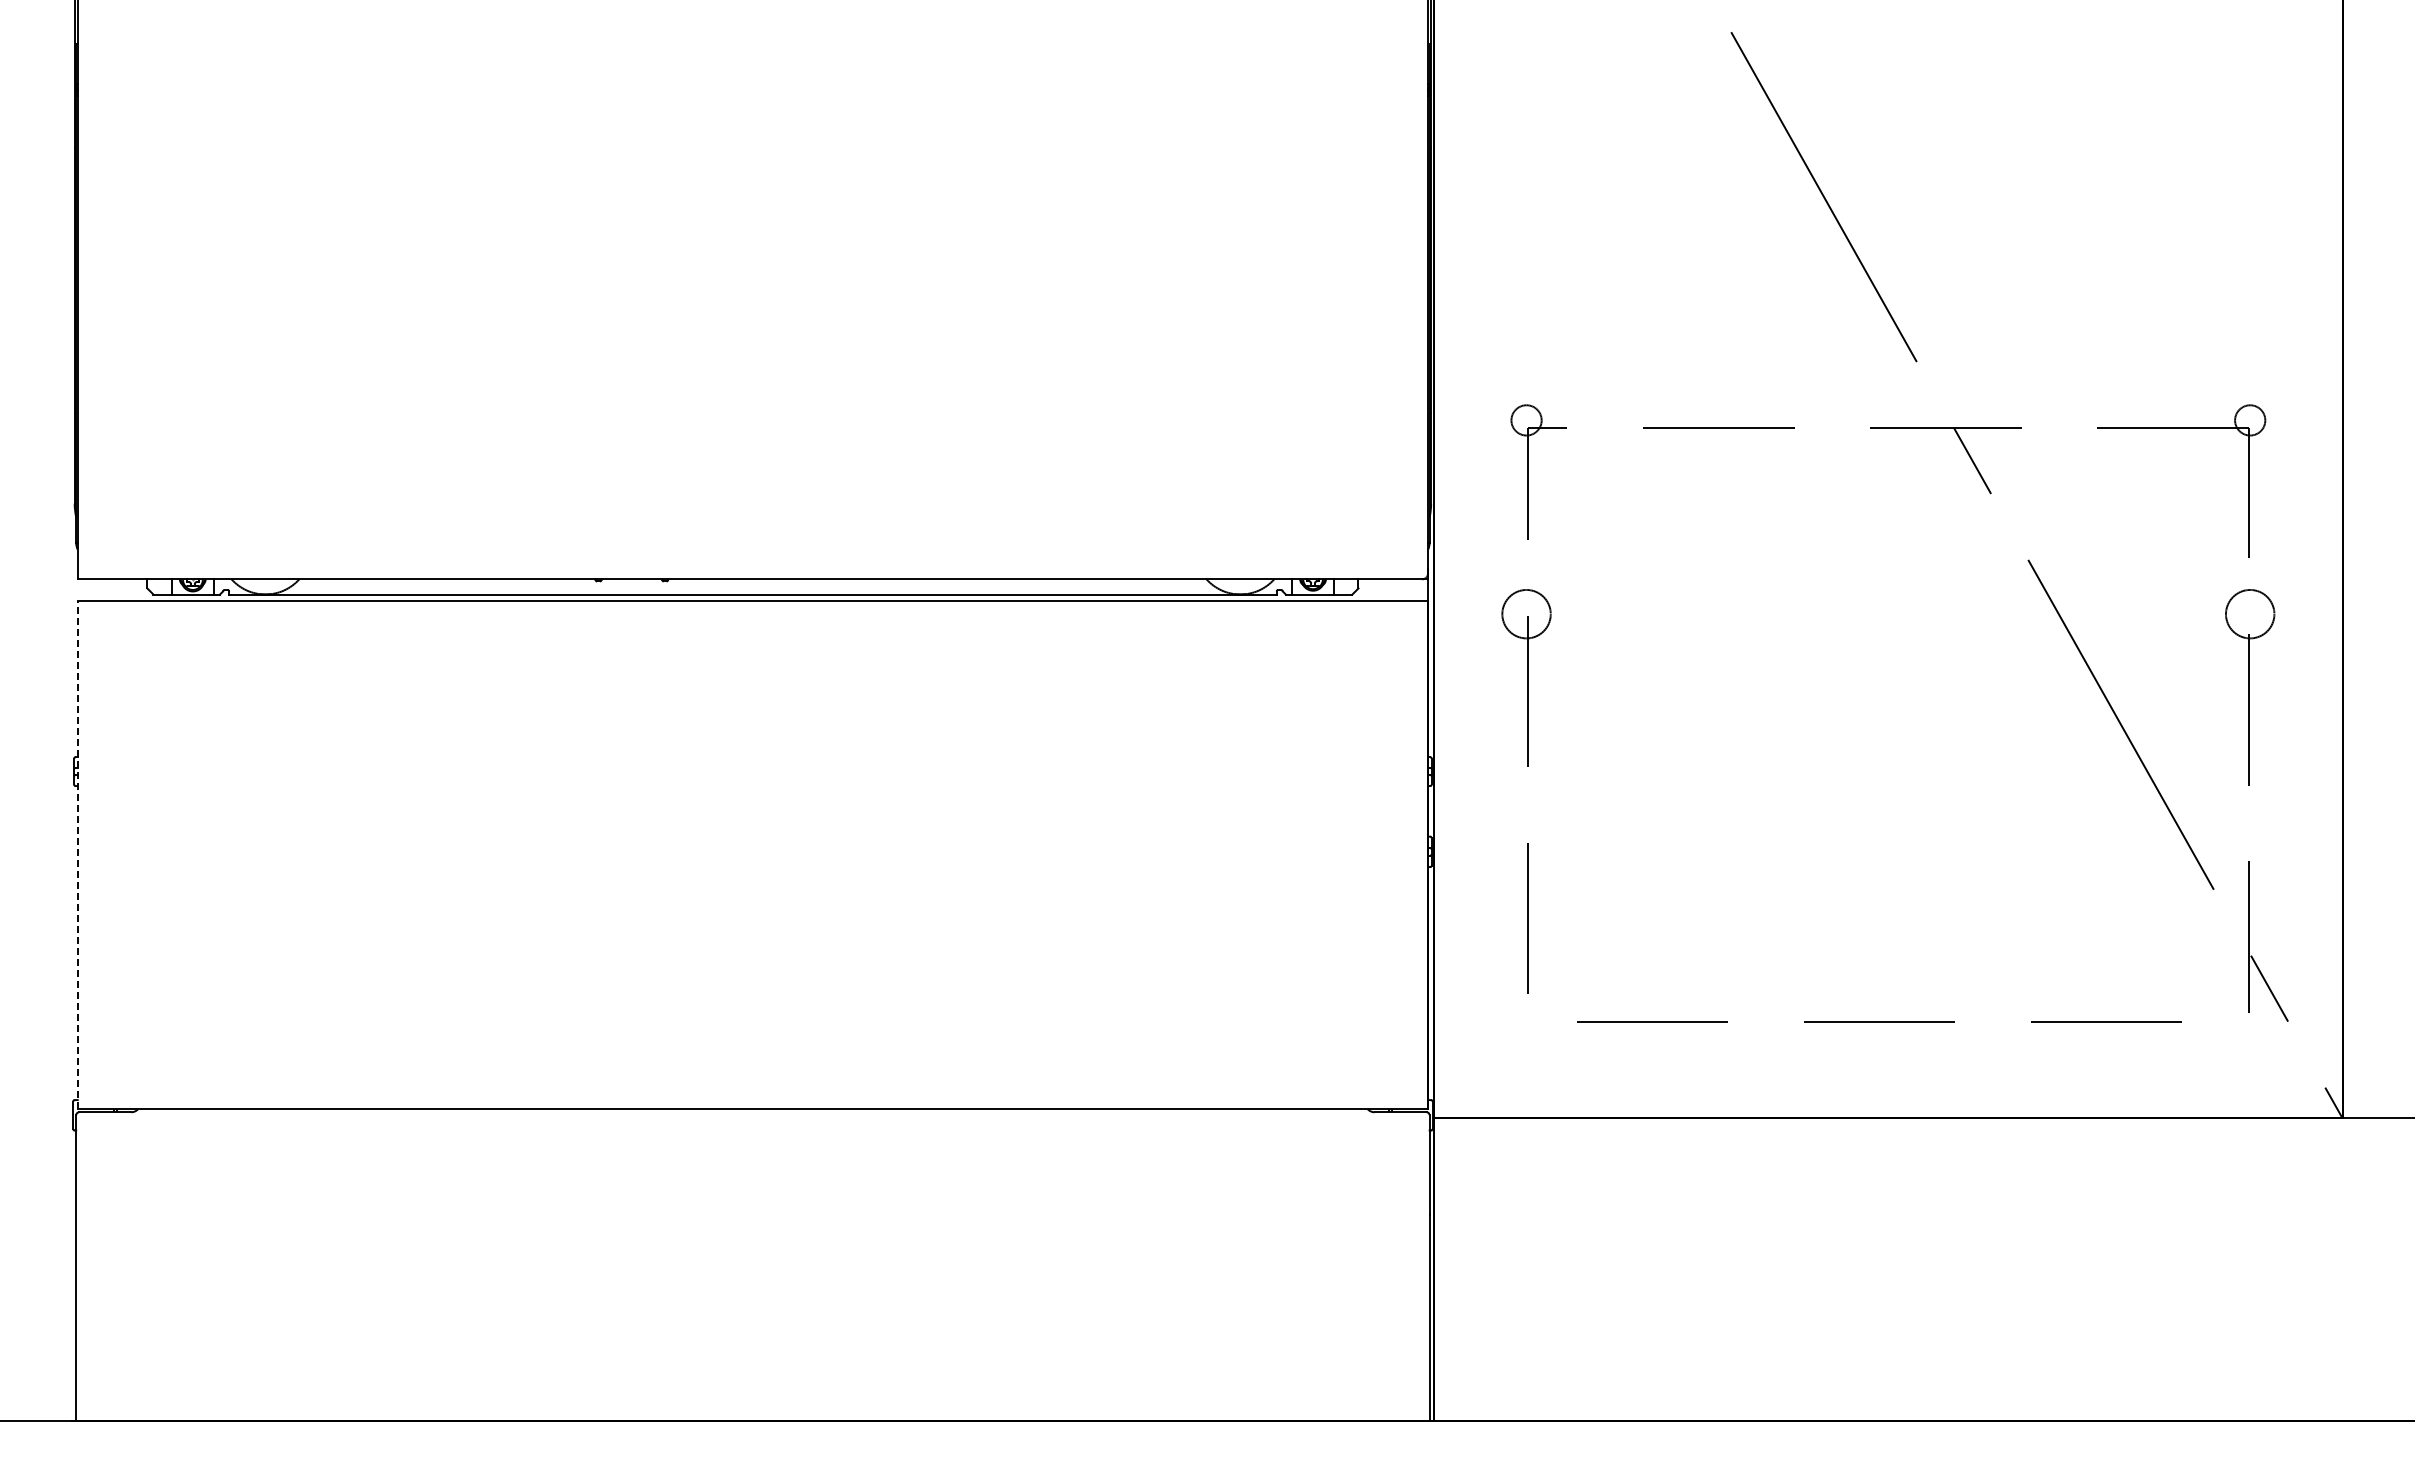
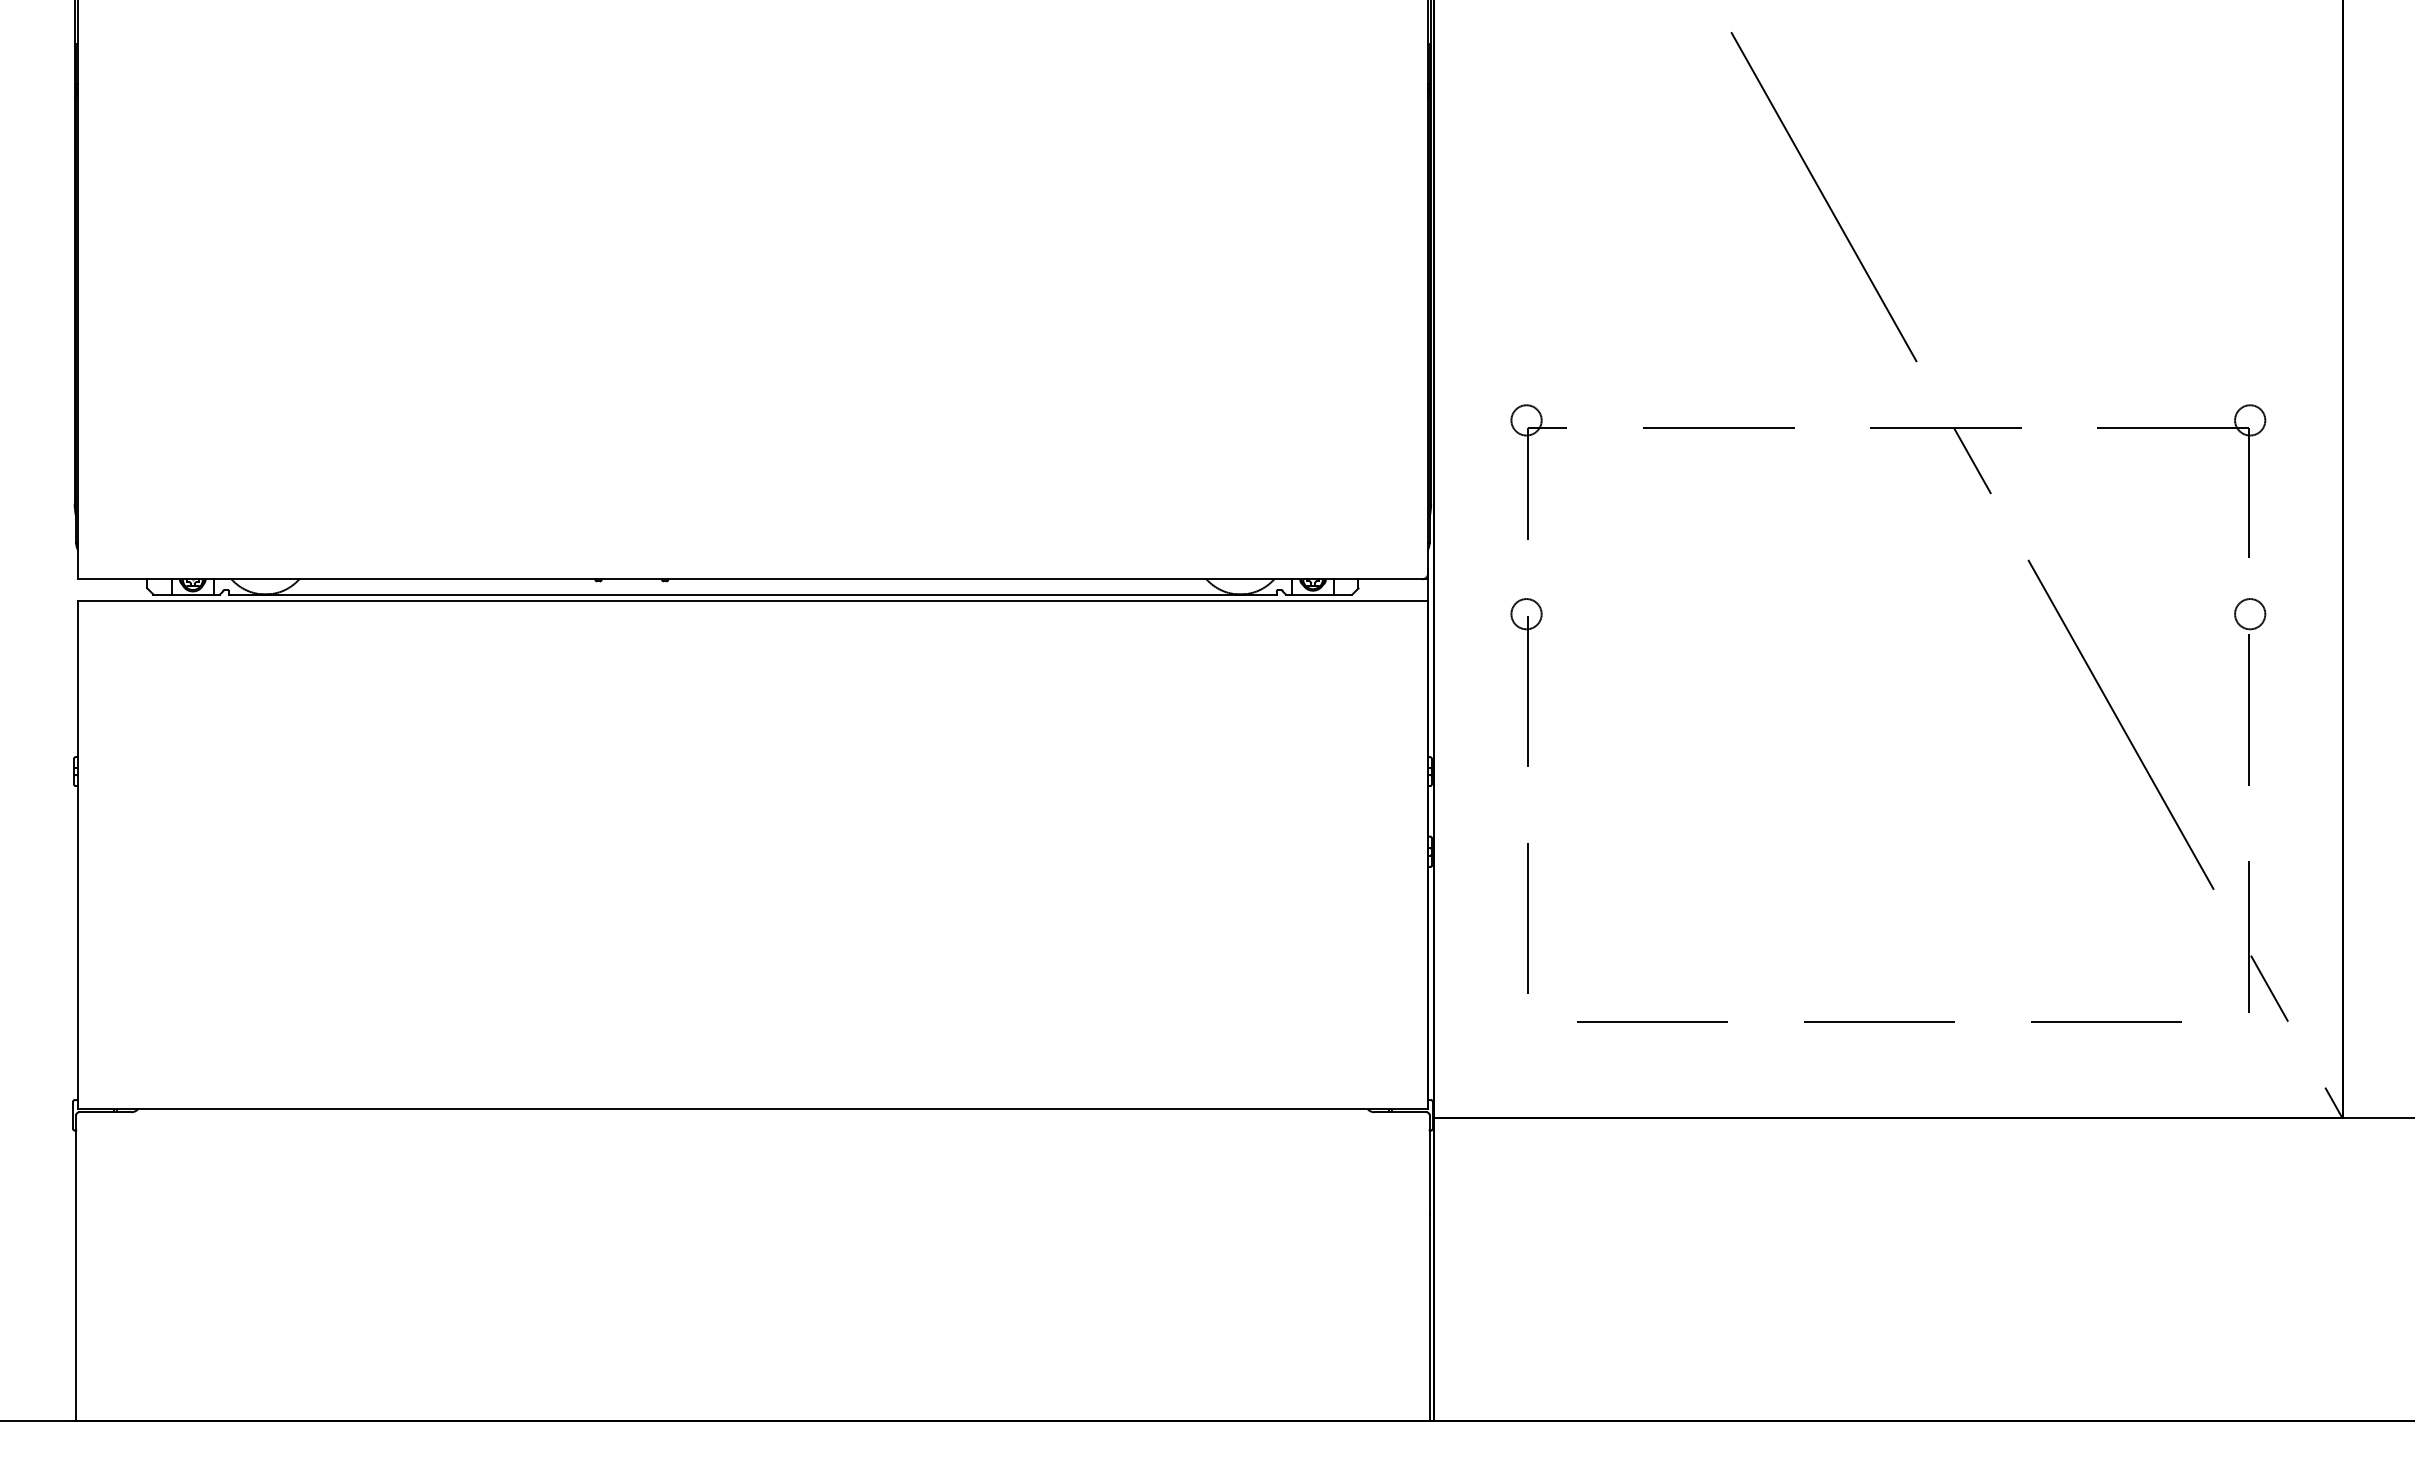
circle at (1526, 613) diameter: 48 px -> 30 px
circle at (2249, 613) diameter: 48 px -> 30 px
line at (77, 854): dashed -> solid
